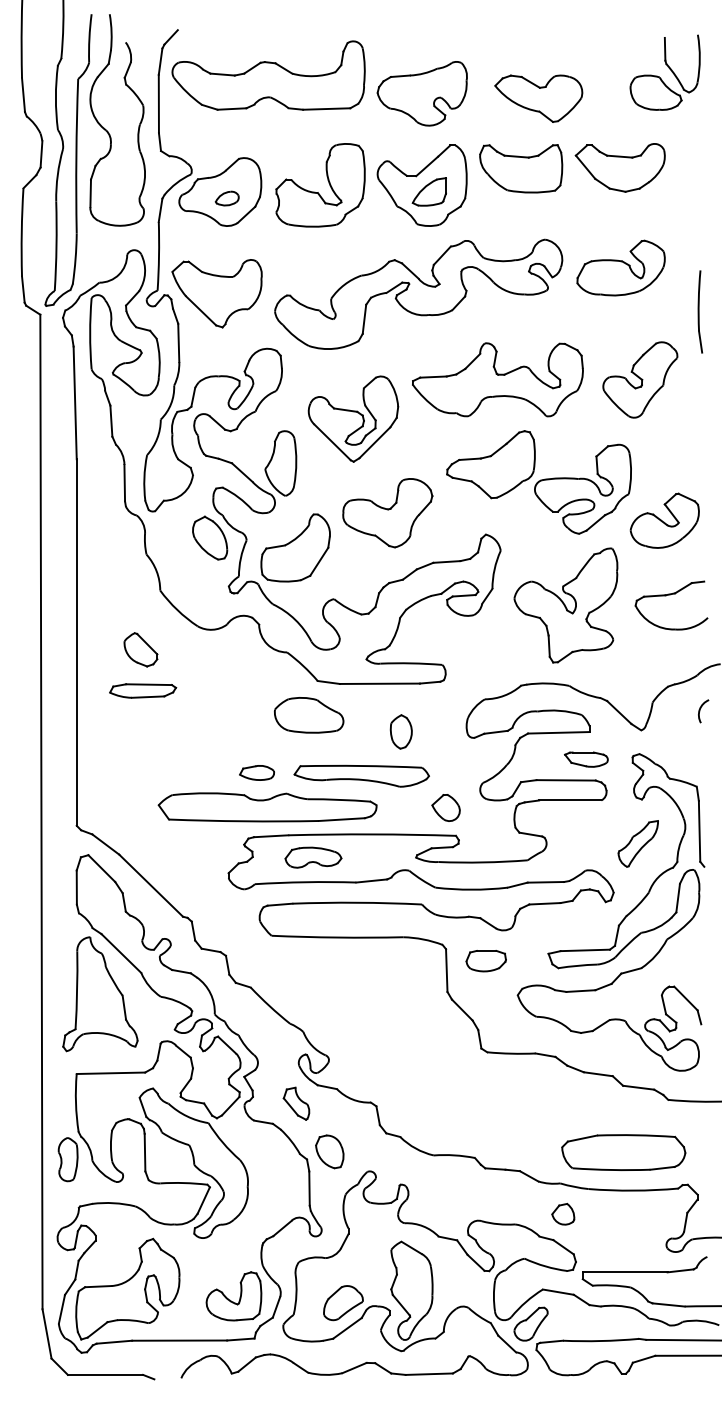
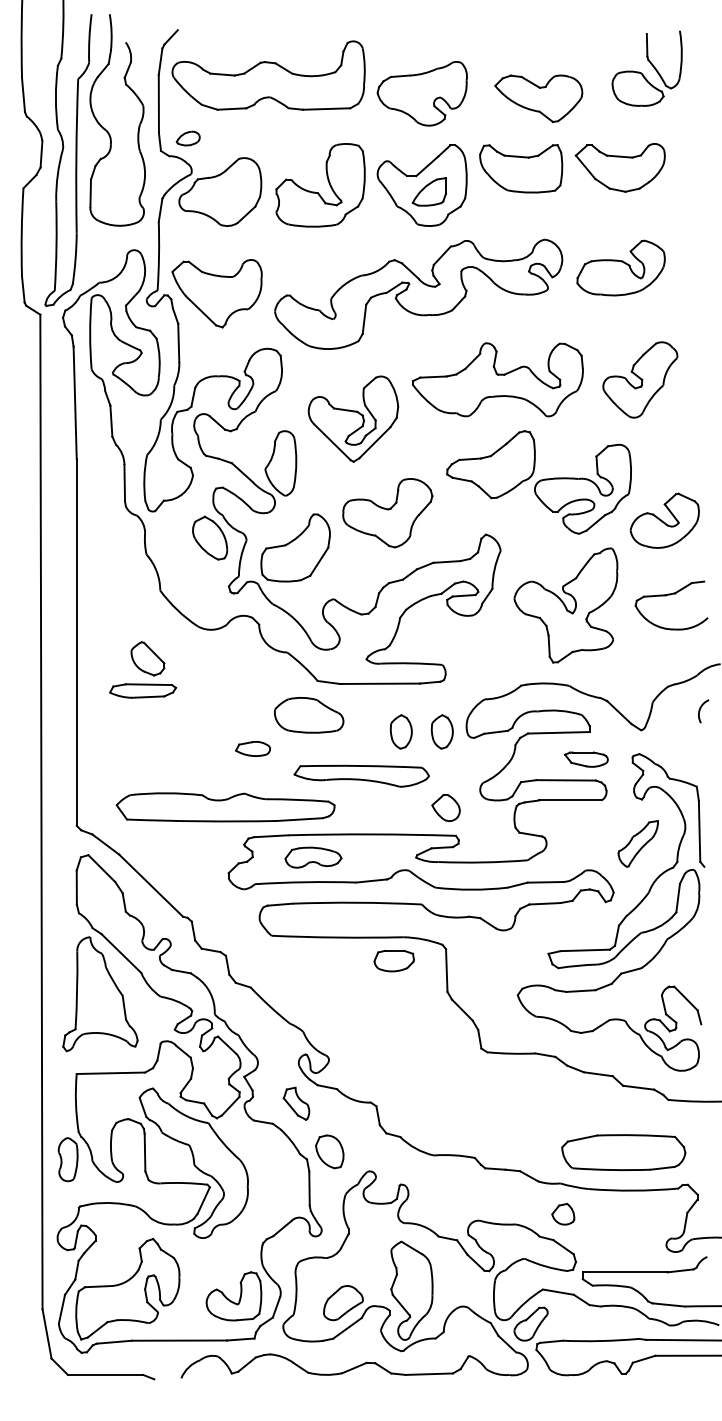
part at (664, 72) position: (664, 72) -> (646, 68)
part at (226, 198) position: (226, 198) -> (187, 138)
part at (700, 311): present -> none
part at (140, 649) position: (140, 649) -> (147, 658)
part at (441, 731): none -> present
part at (256, 772) position: (256, 772) -> (252, 748)
part at (267, 807) position: (267, 807) -> (225, 807)
part at (485, 961) position: (485, 961) -> (393, 961)
